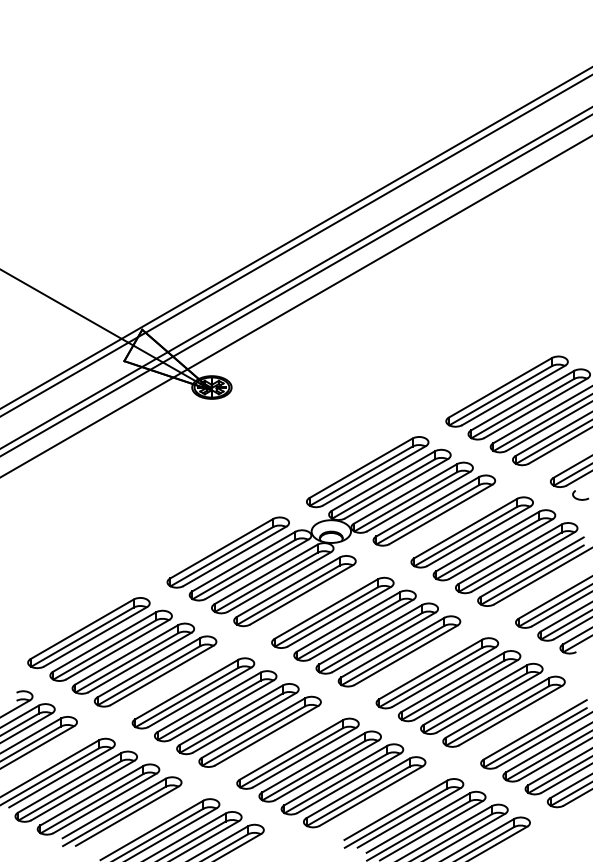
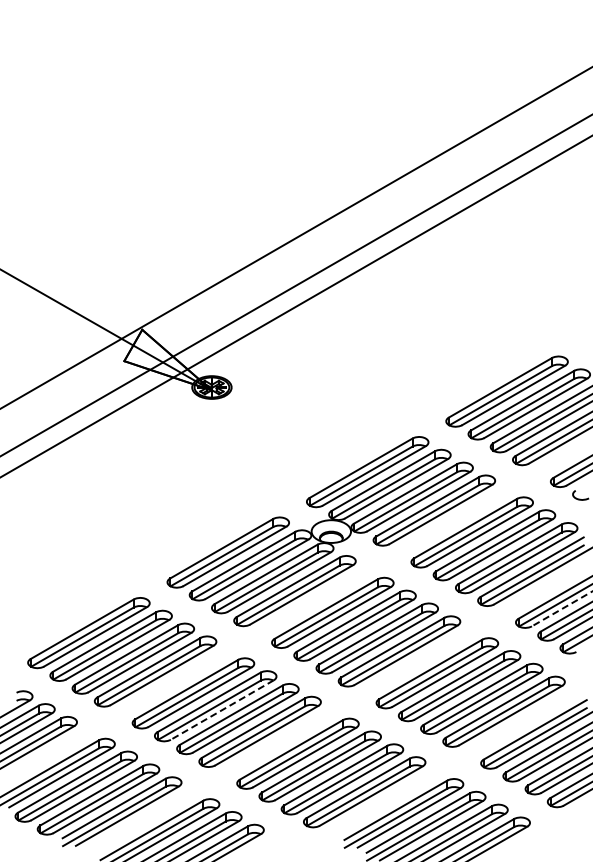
line at (295, 245): present -> none
line at (295, 277): present -> none
line at (562, 608): solid -> dashed
line at (221, 710): solid -> dashed
